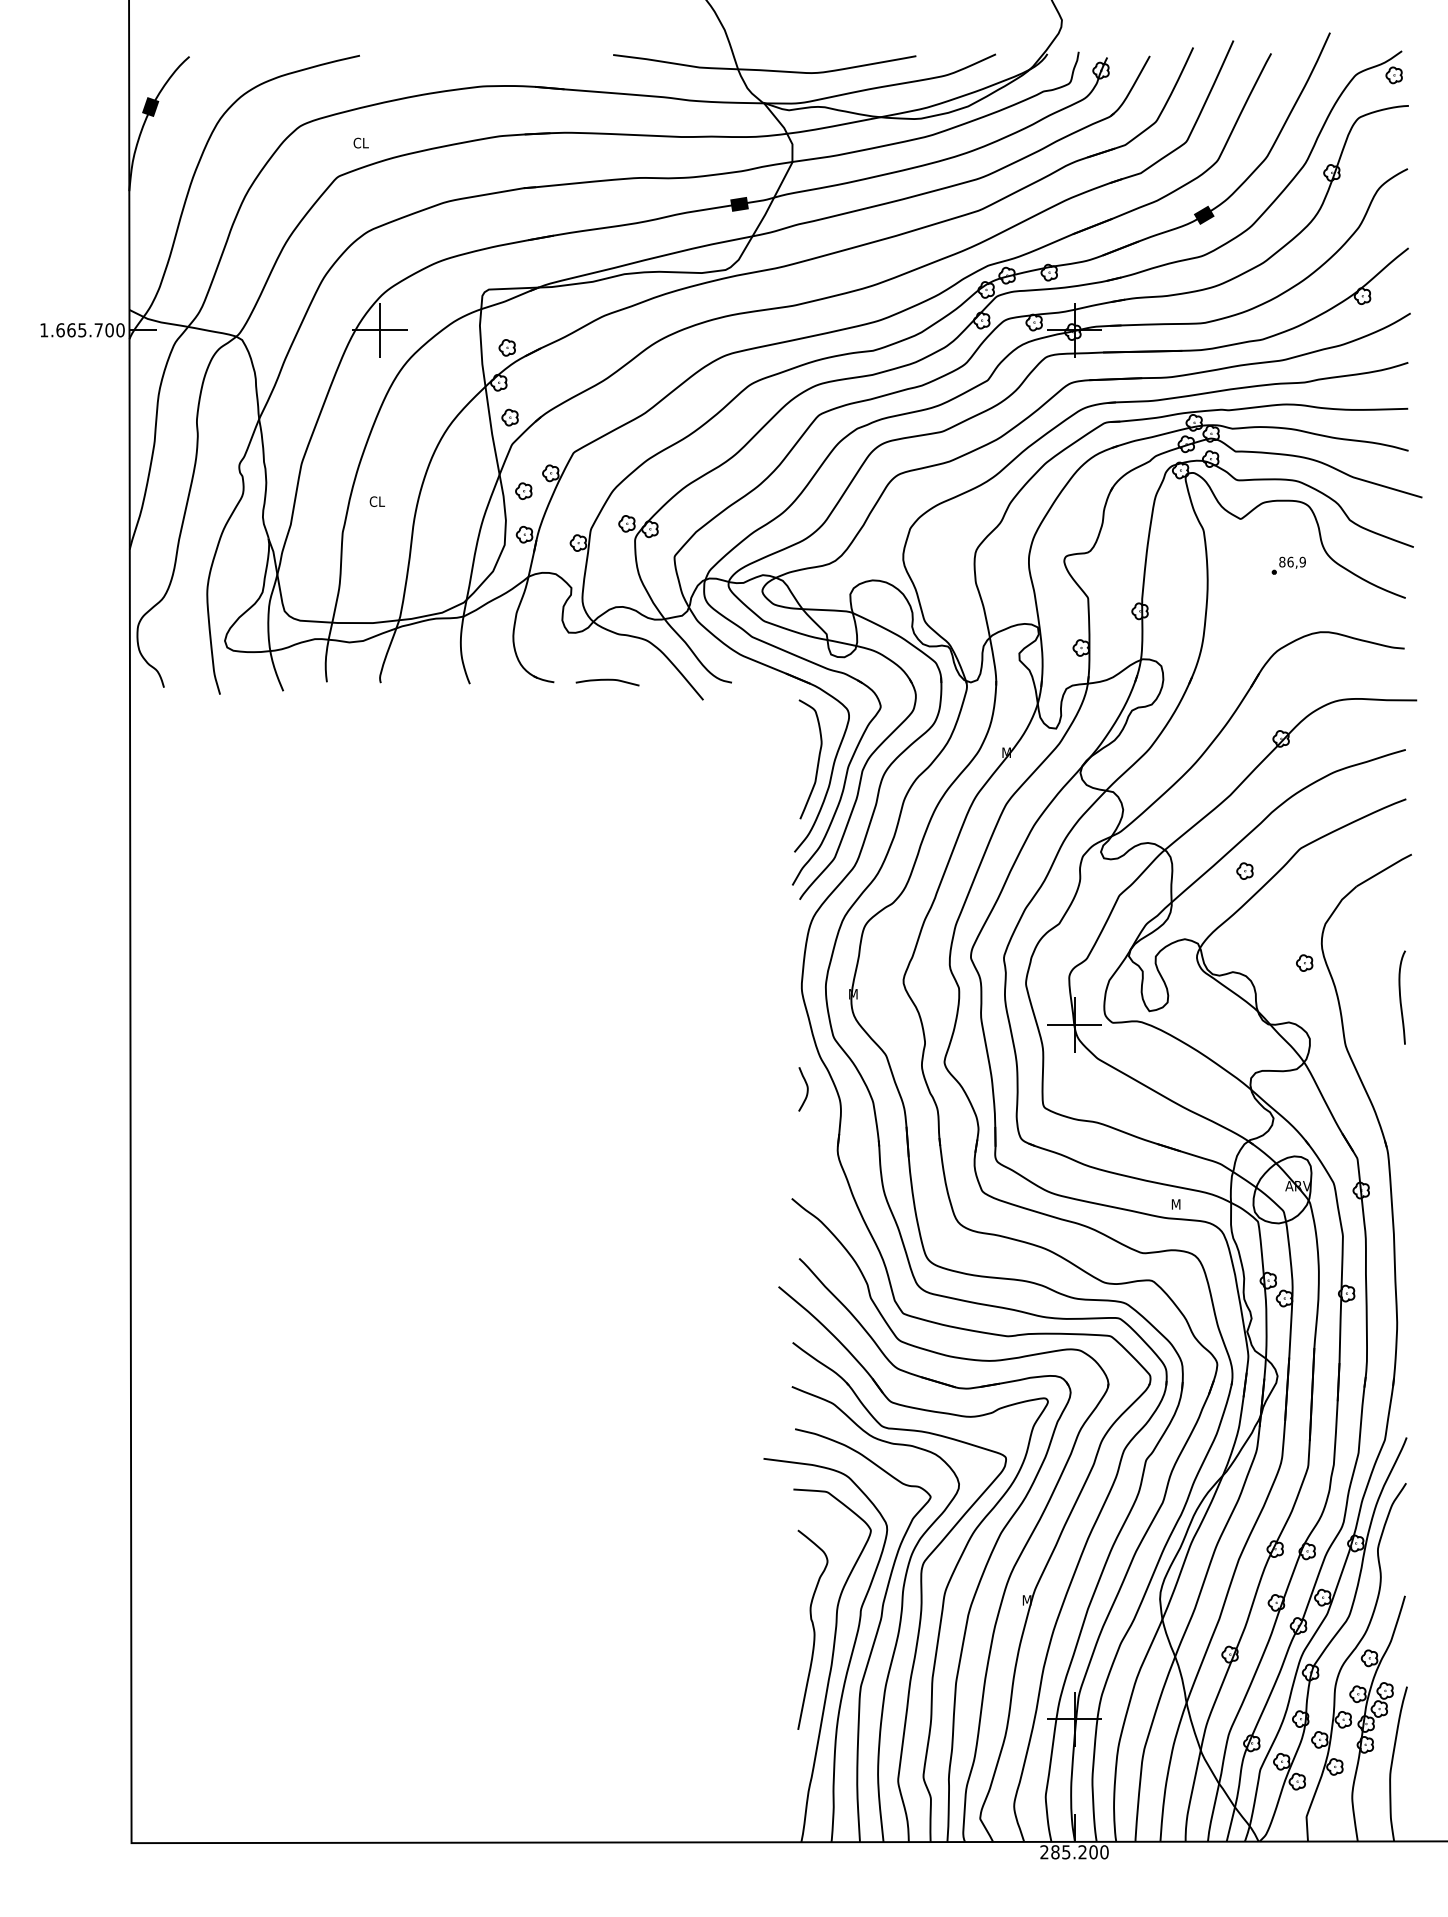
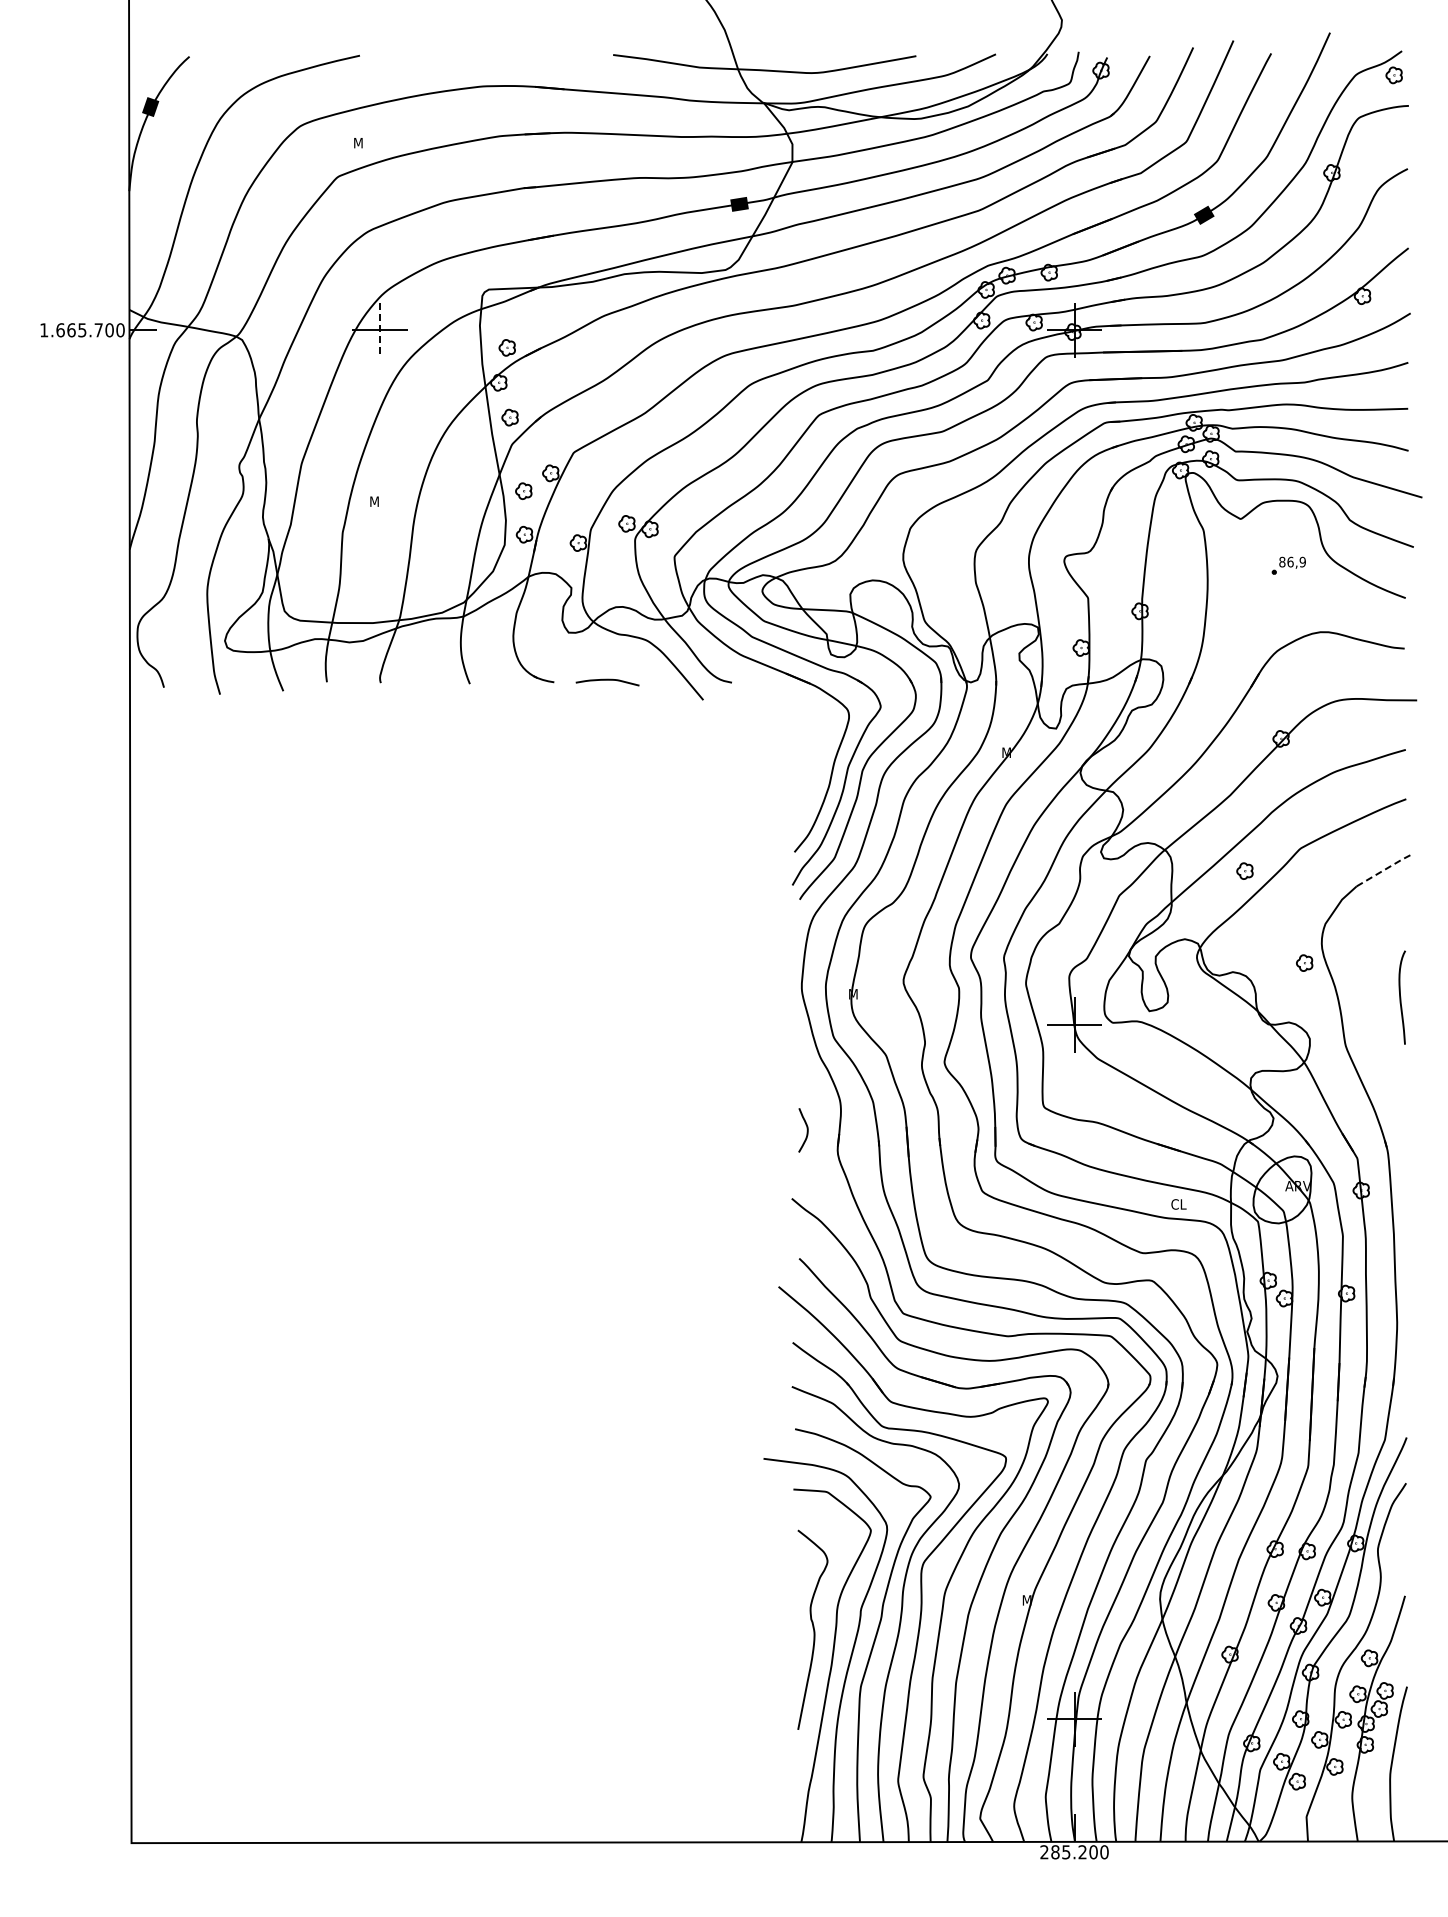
text at (360, 142): CL -> M
line at (380, 330): solid -> dashed
text at (377, 501): CL -> M
curve at (817, 760): present -> none
line at (1385, 869): solid -> dashed
curve at (806, 1089) position: (806, 1089) -> (806, 1130)
text at (1178, 1204): M -> CL
